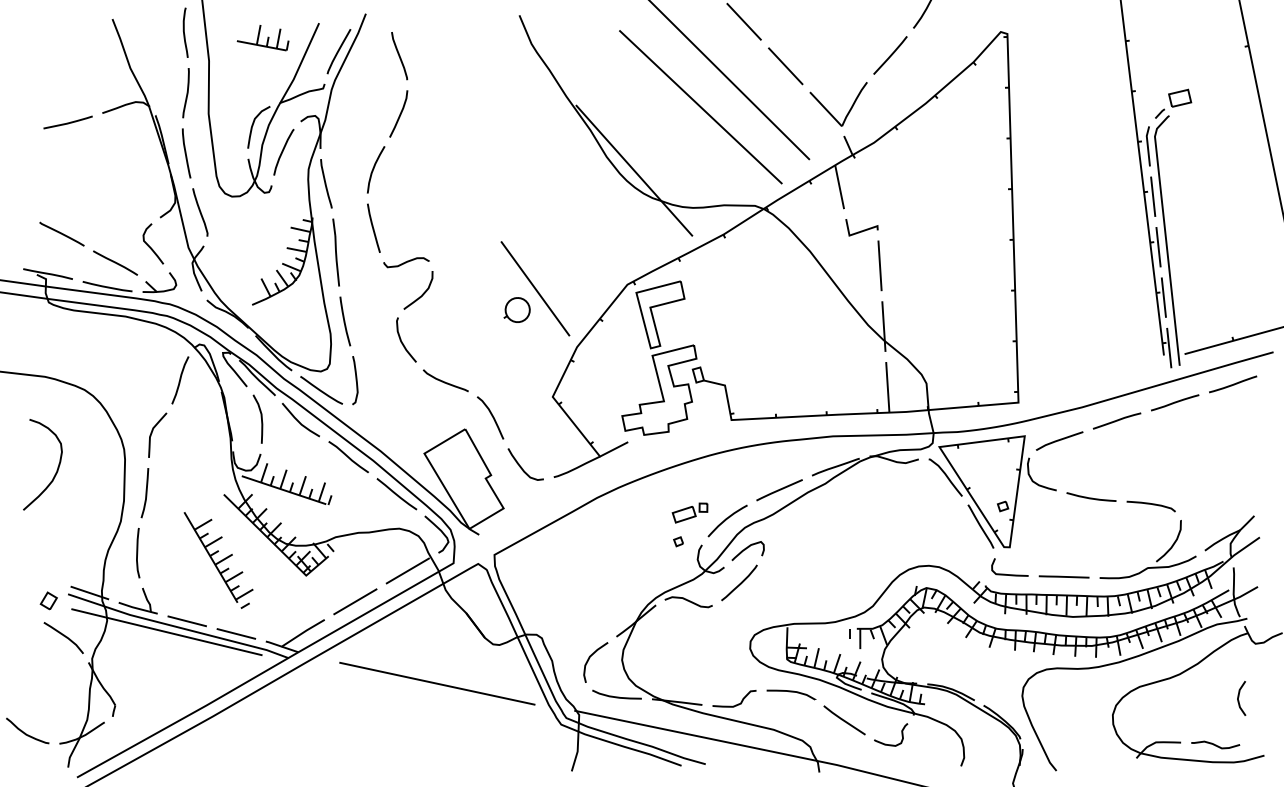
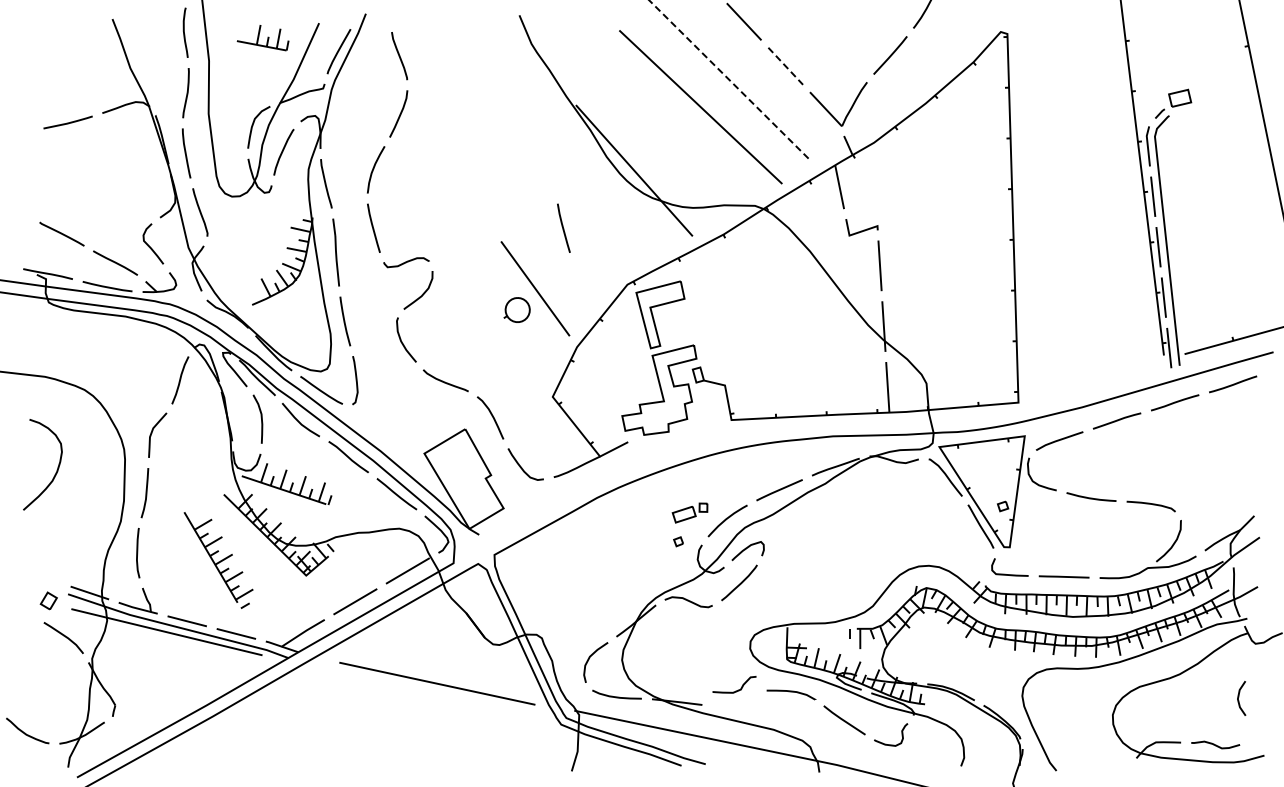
line at (786, 66): solid -> dashed
line at (729, 80): solid -> dashed
line at (563, 227): none -> present
curve at (735, 704) position: (735, 704) -> (735, 690)
